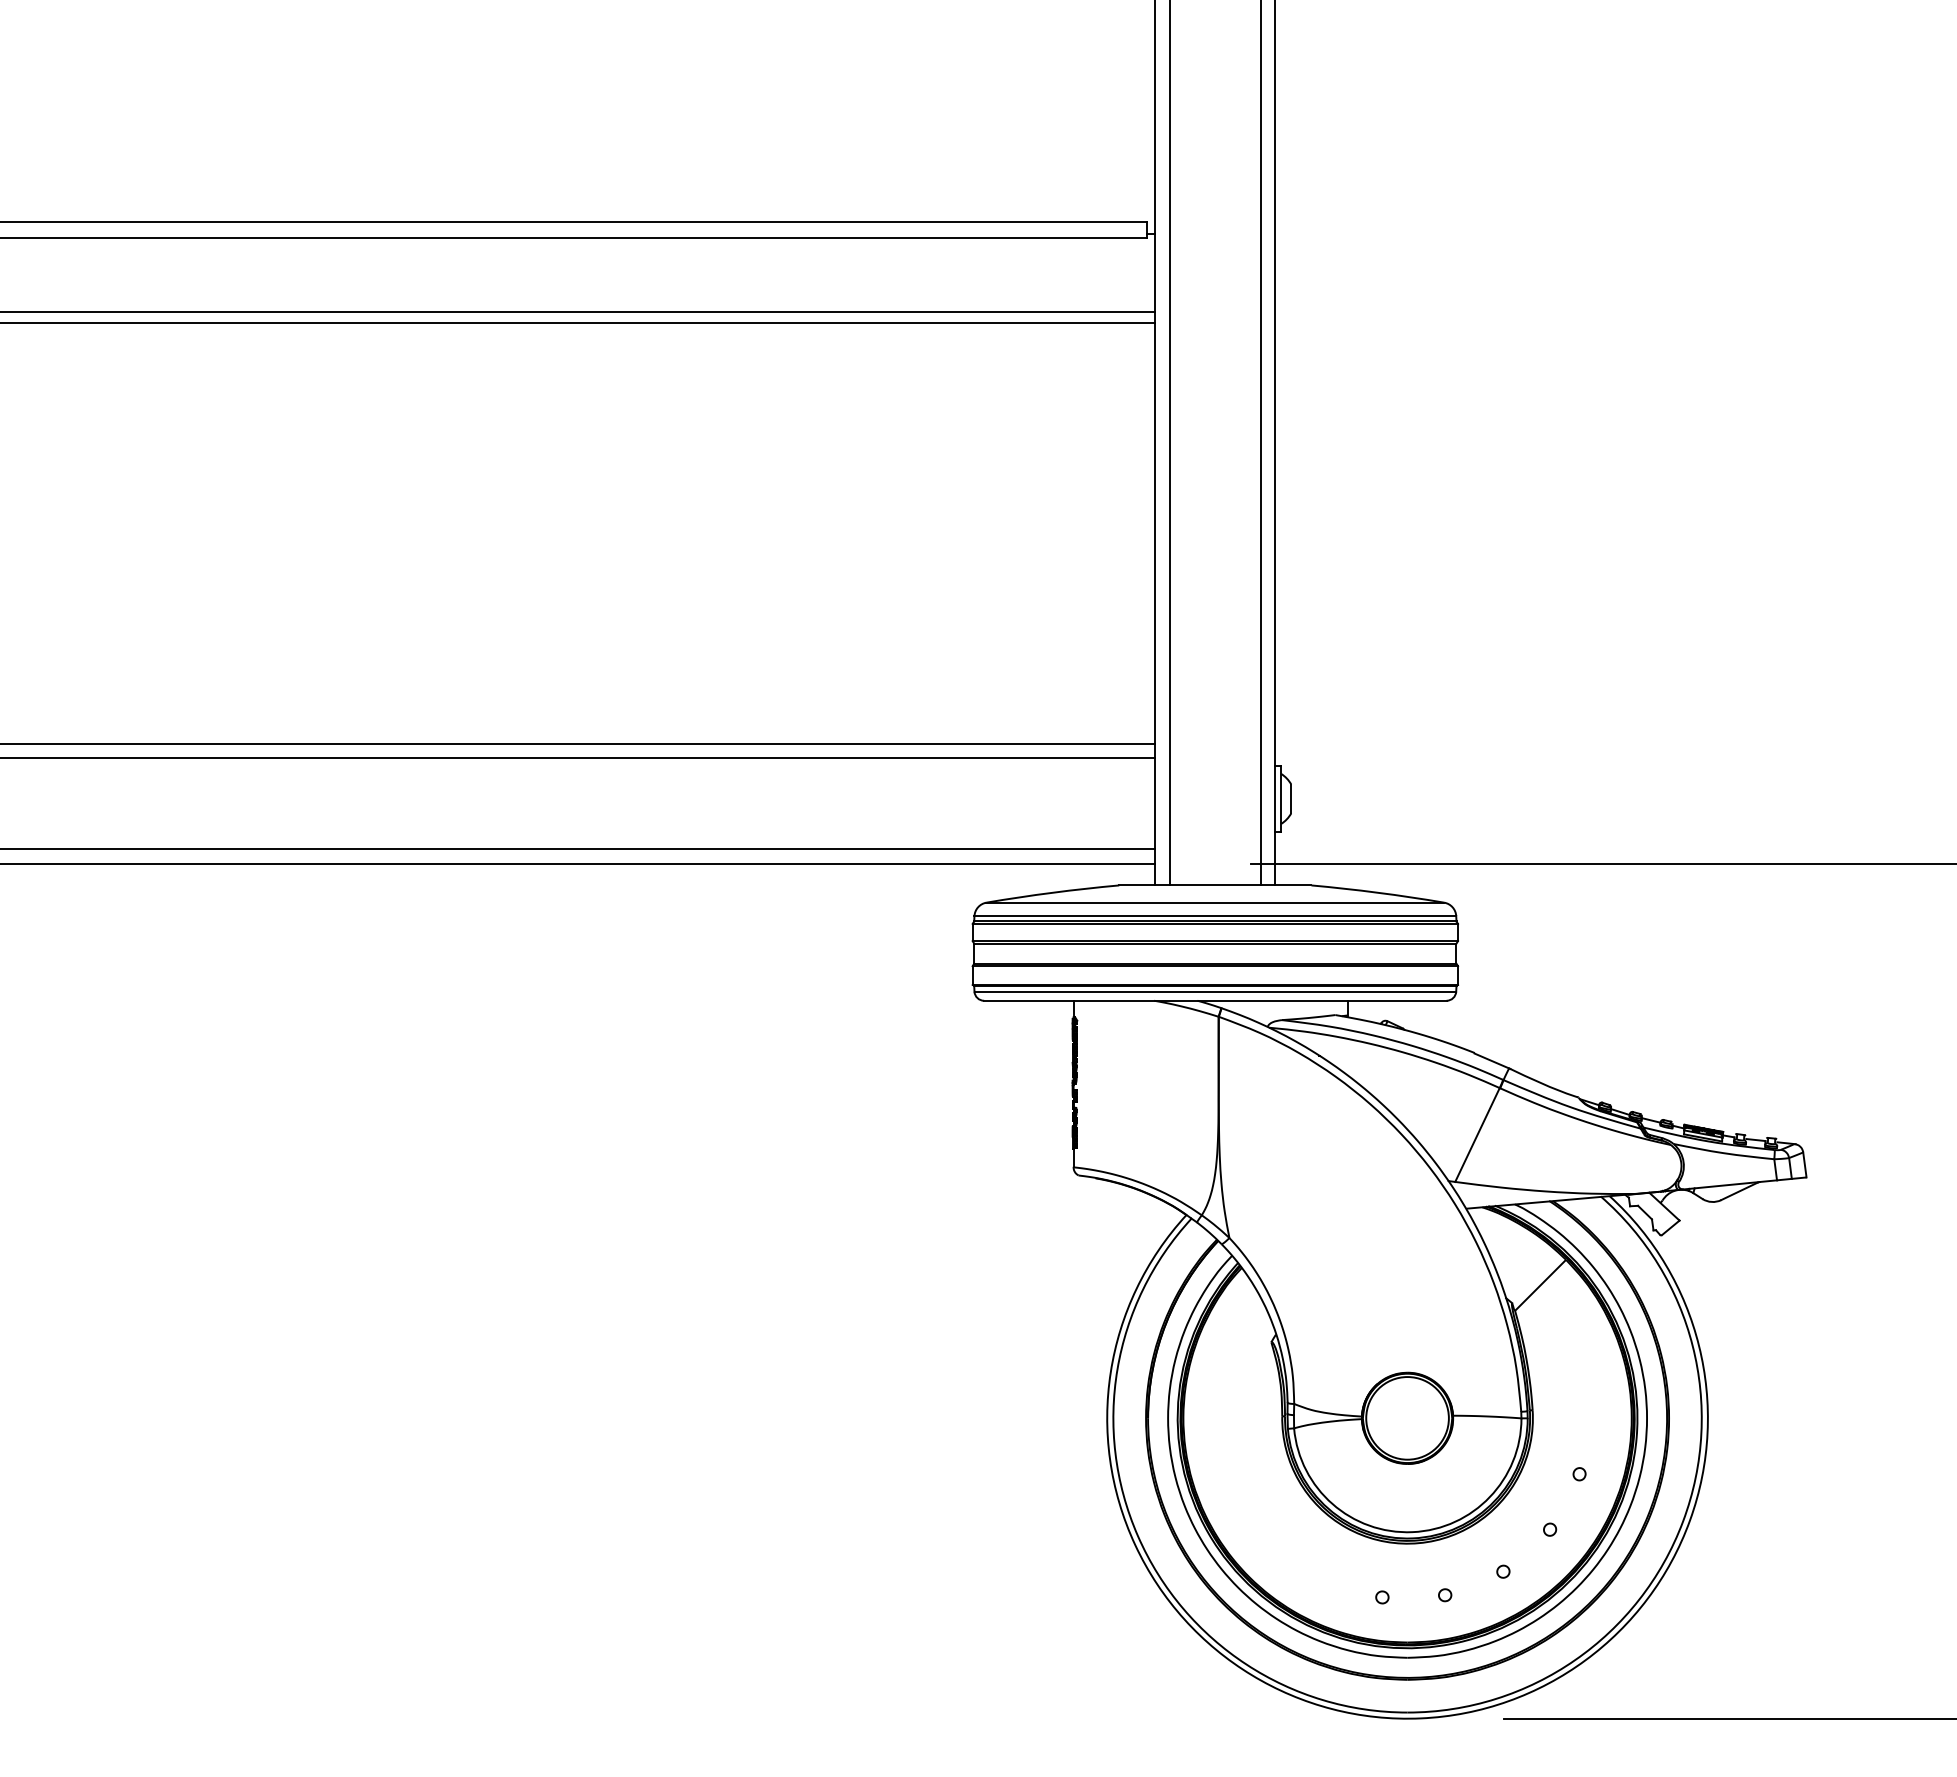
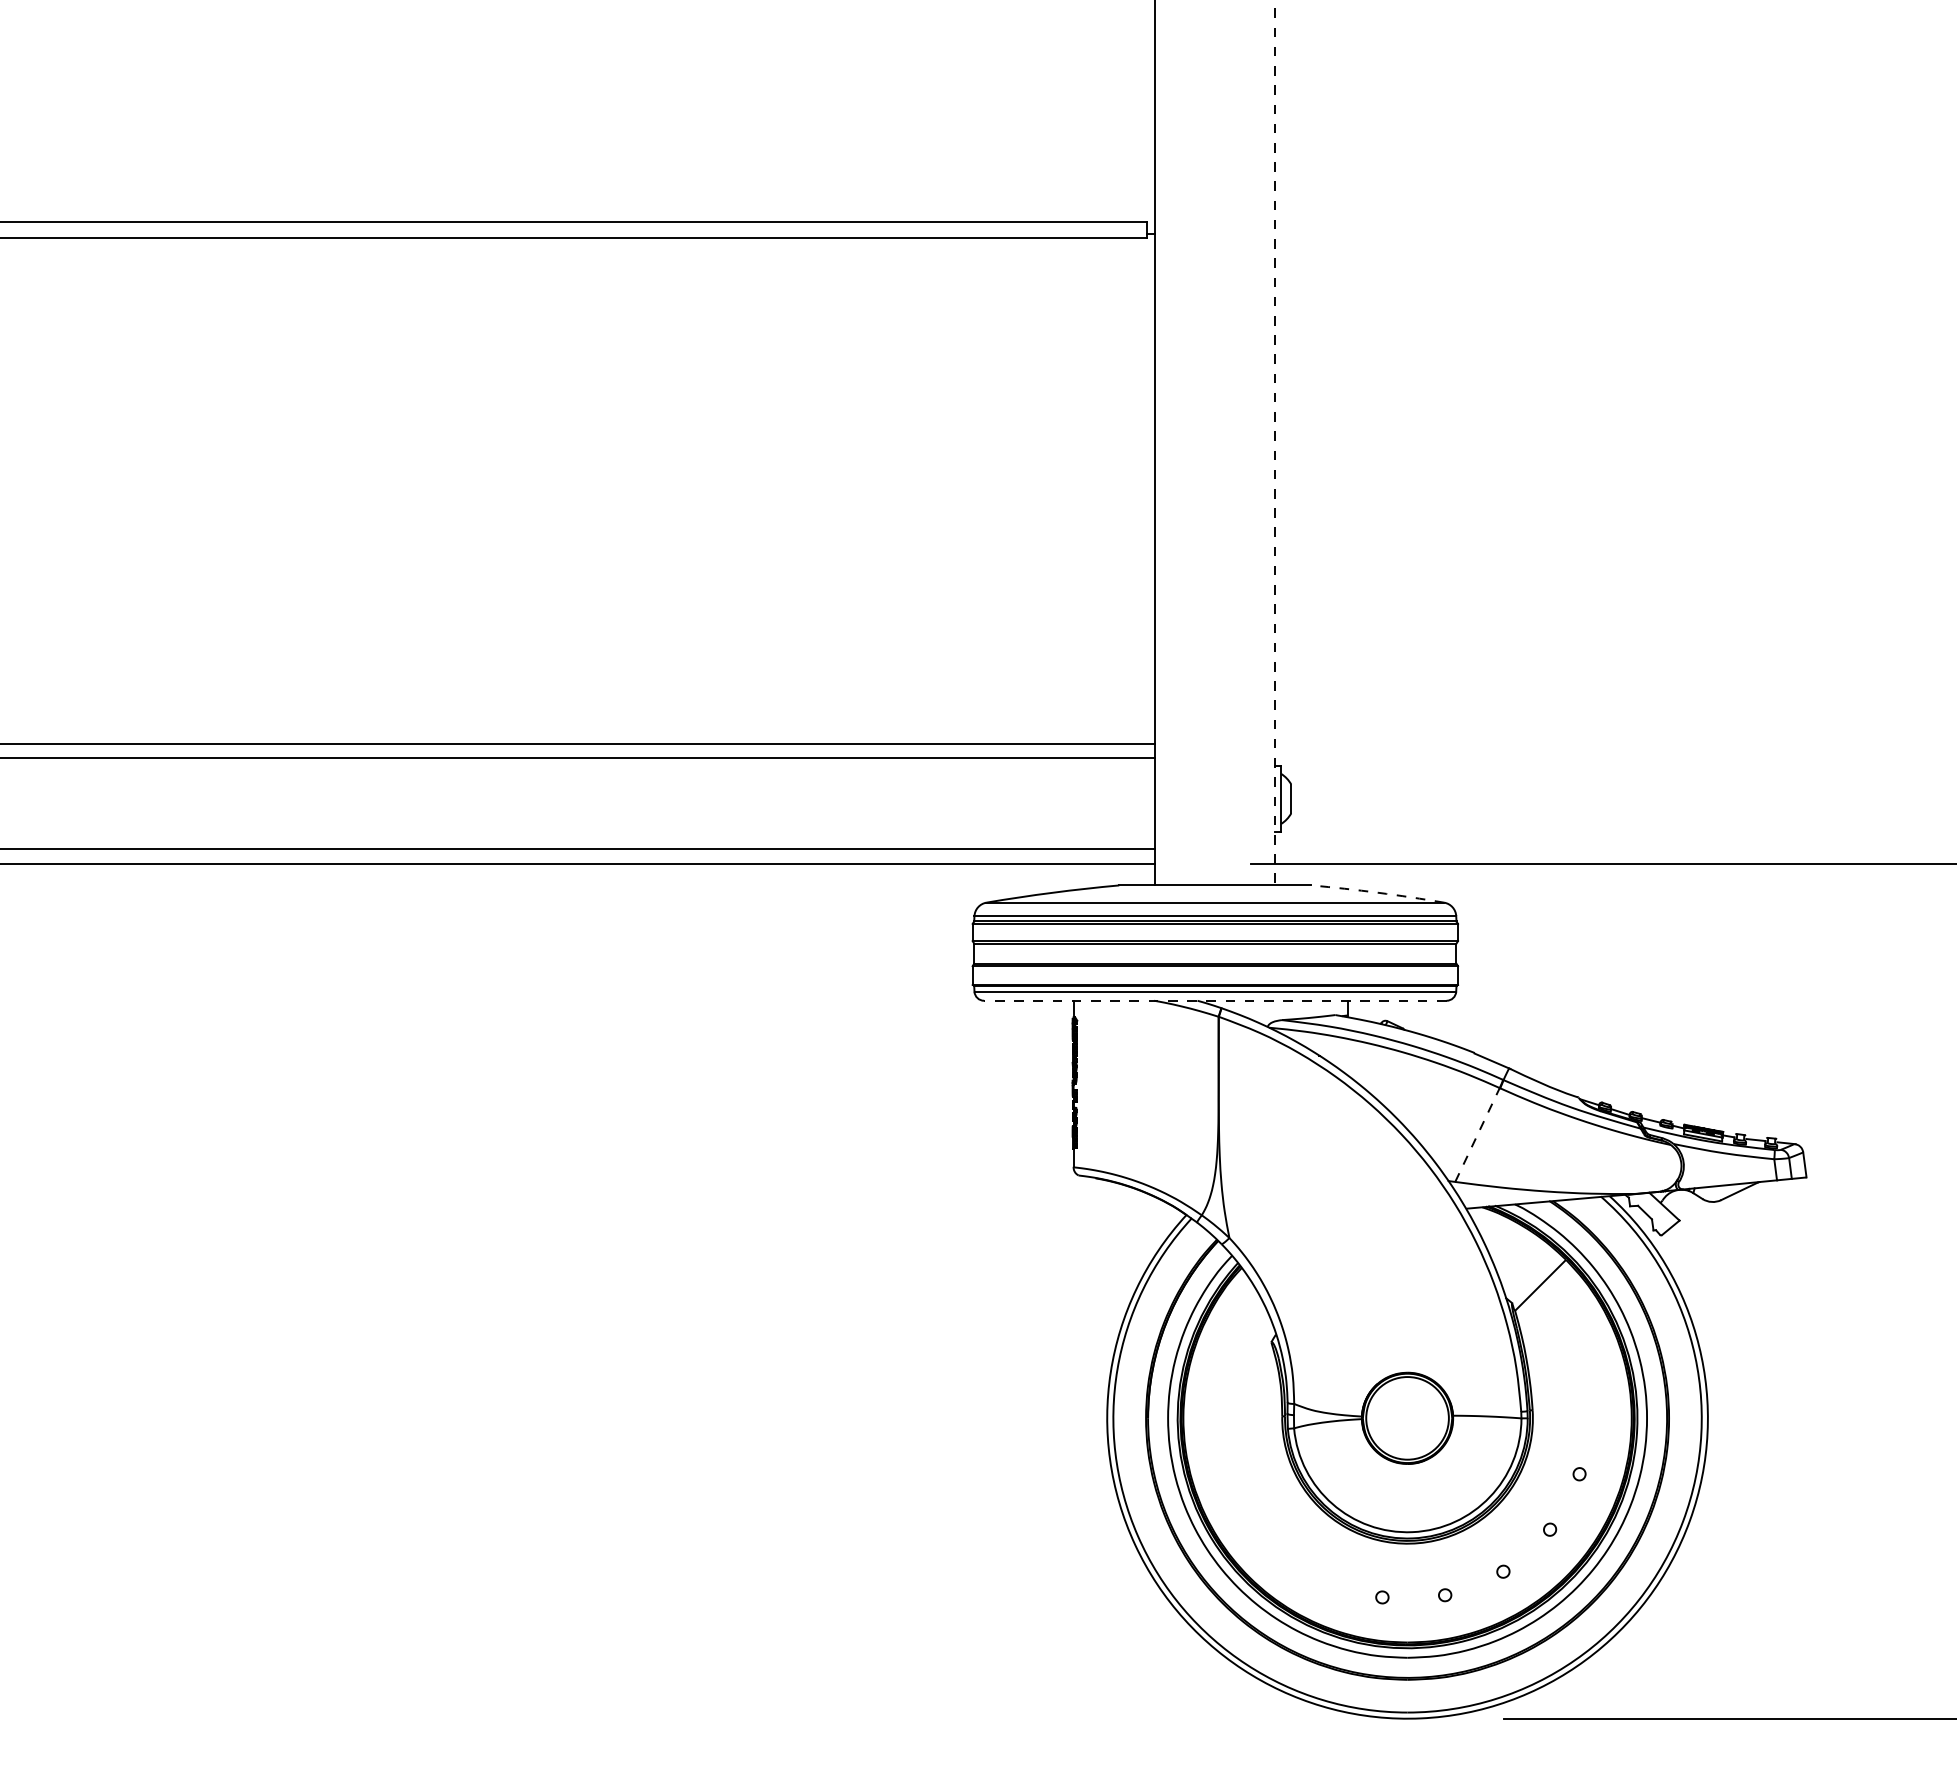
line at (578, 312): present -> none
line at (578, 323): present -> none
line at (1169, 443): present -> none
line at (1261, 443): present -> none
line at (1275, 443): solid -> dashed
arc at (1378, 892): solid -> dashed
line at (1214, 1000): solid -> dashed
line at (1477, 1135): solid -> dashed
